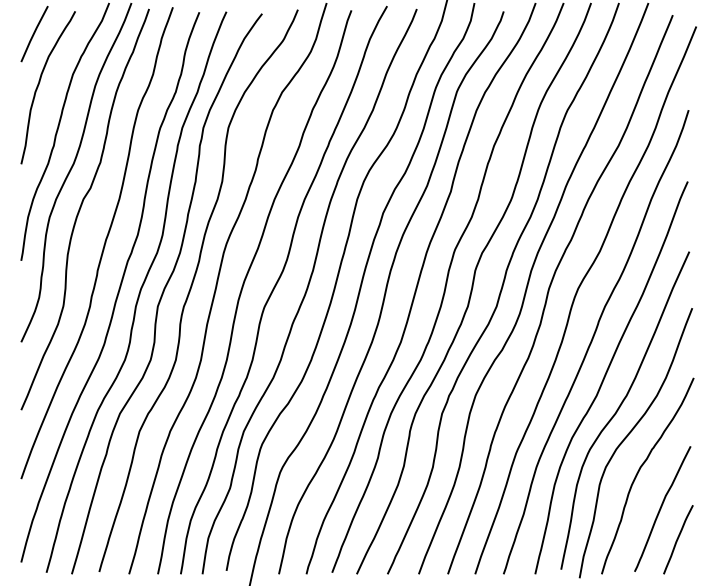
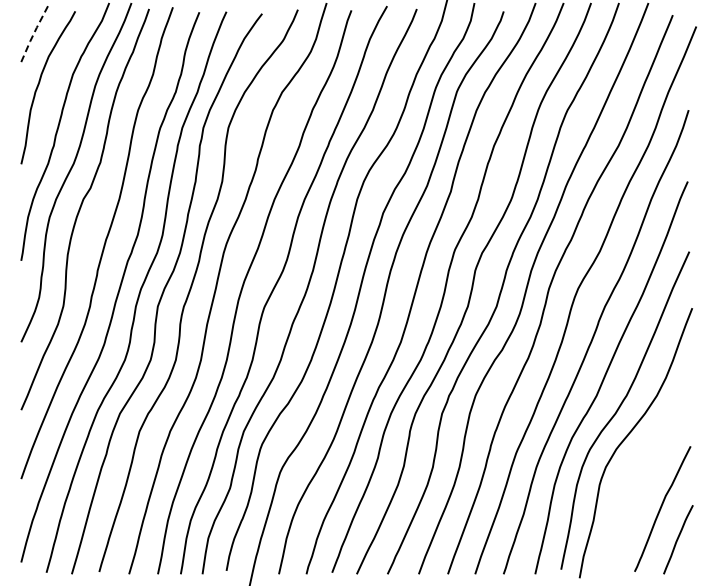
line at (33, 33): solid -> dashed
curve at (639, 471): present -> none
